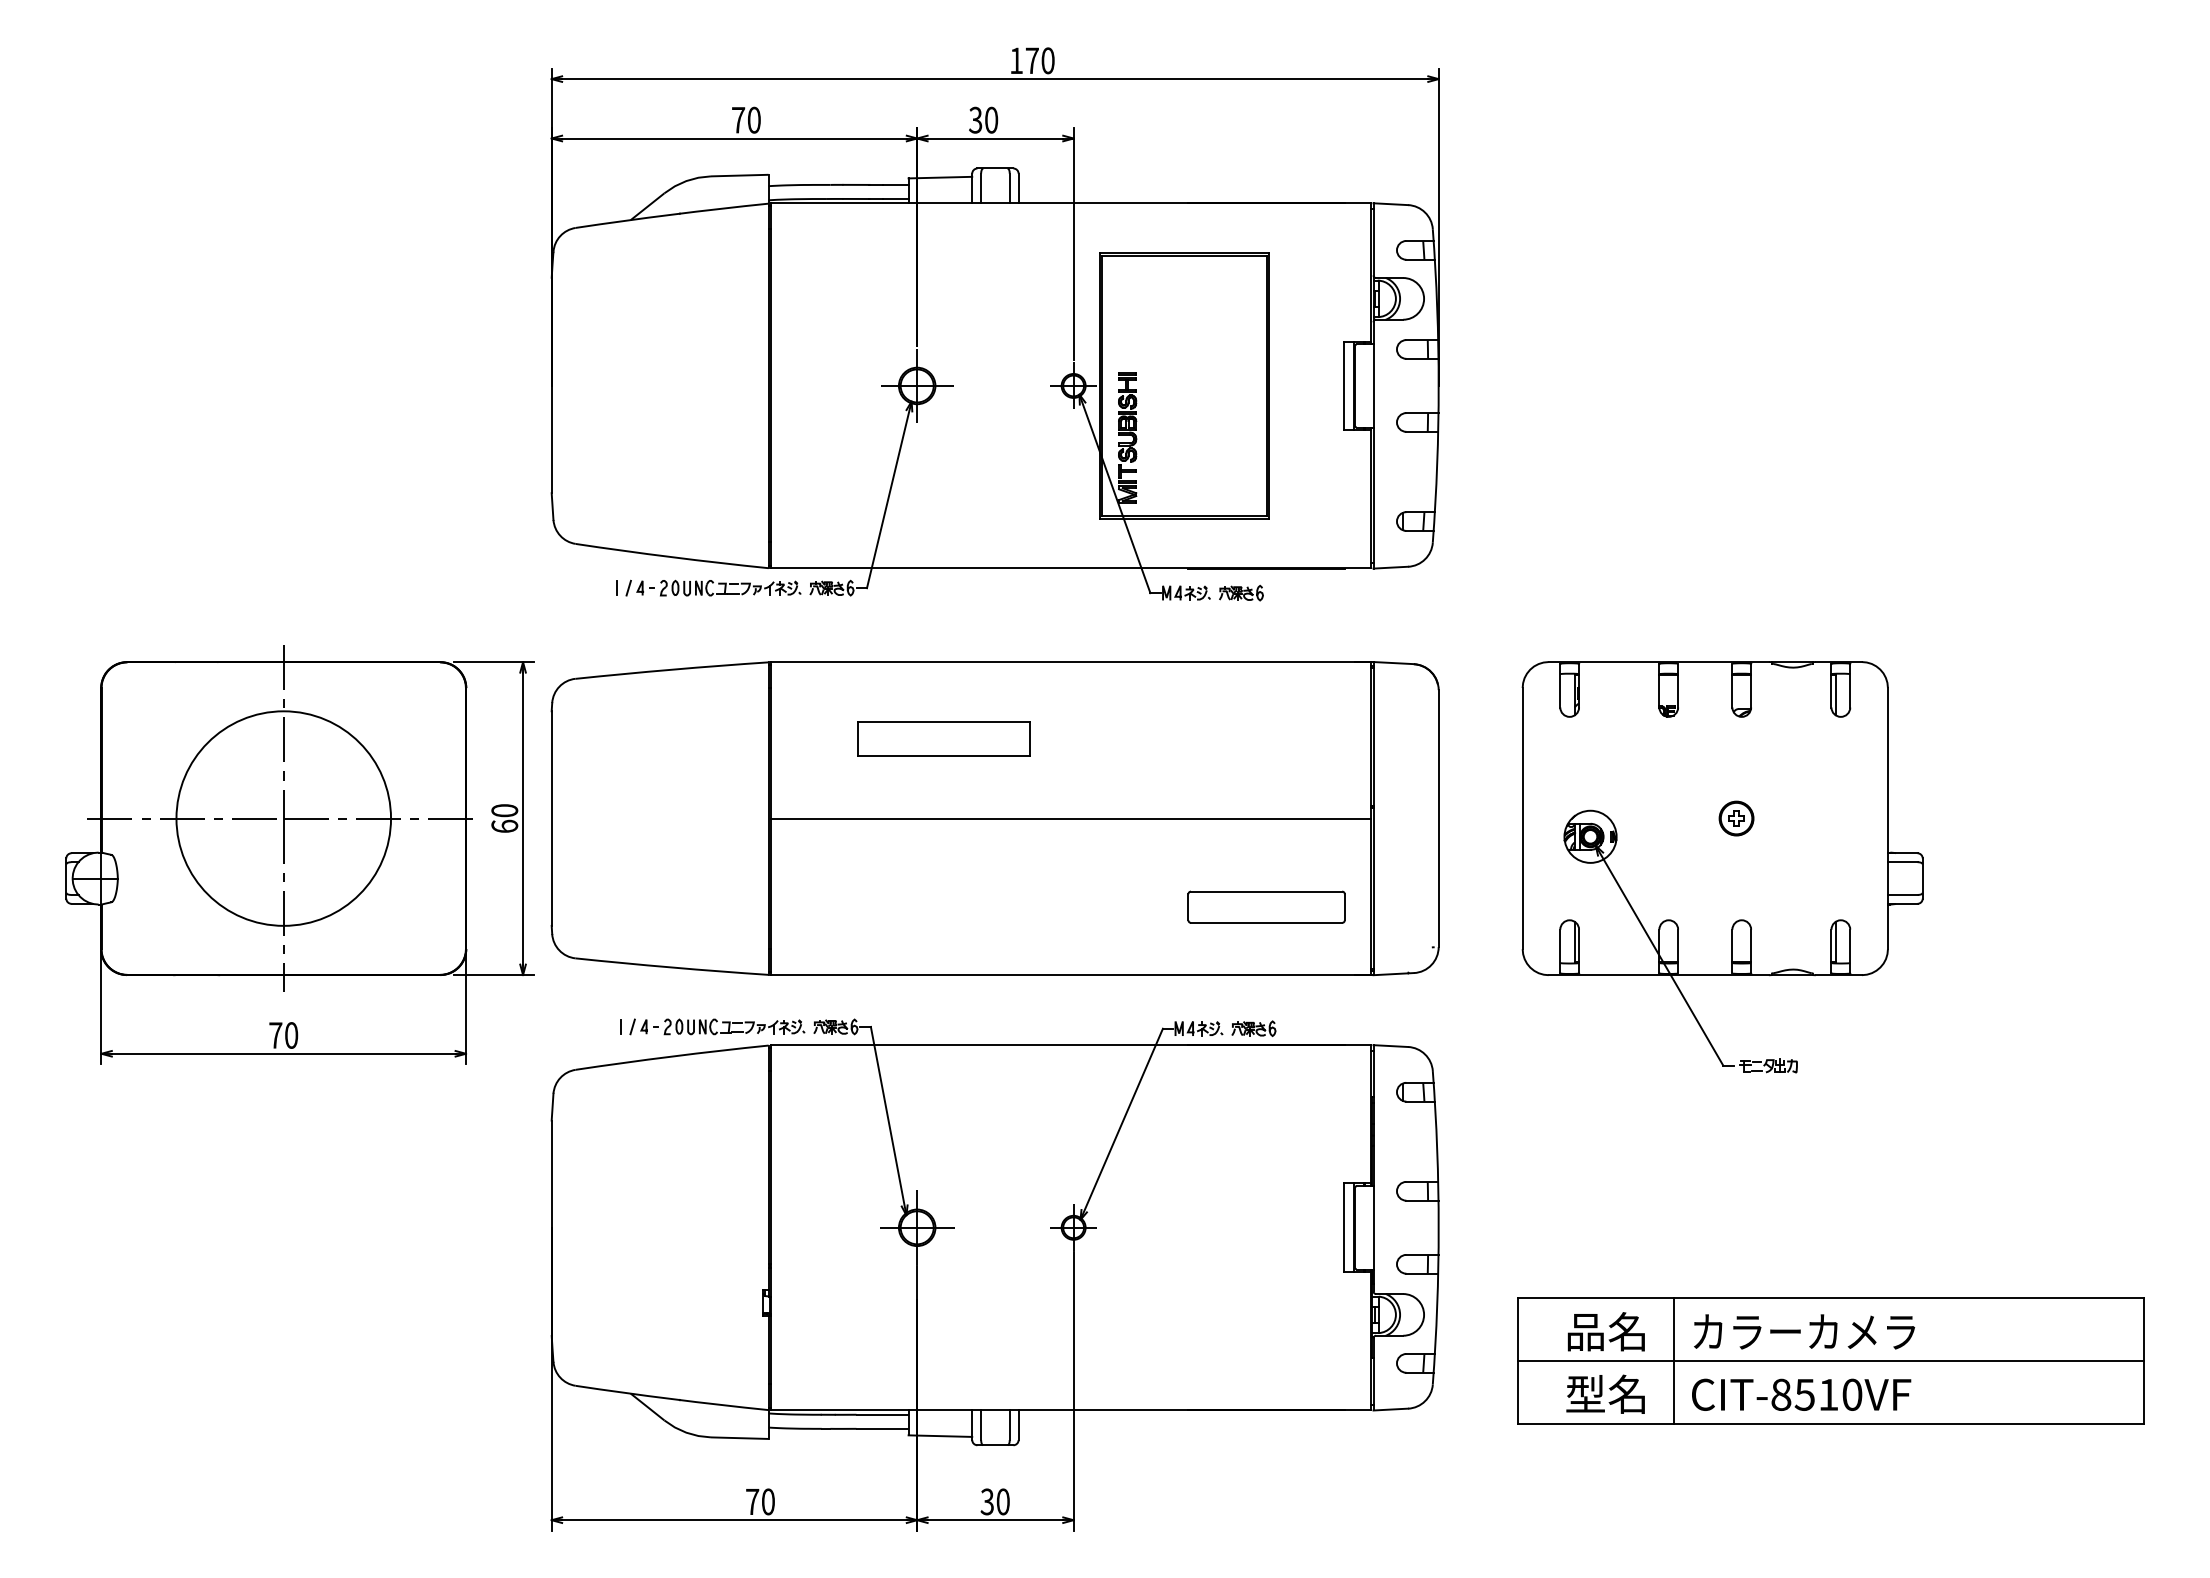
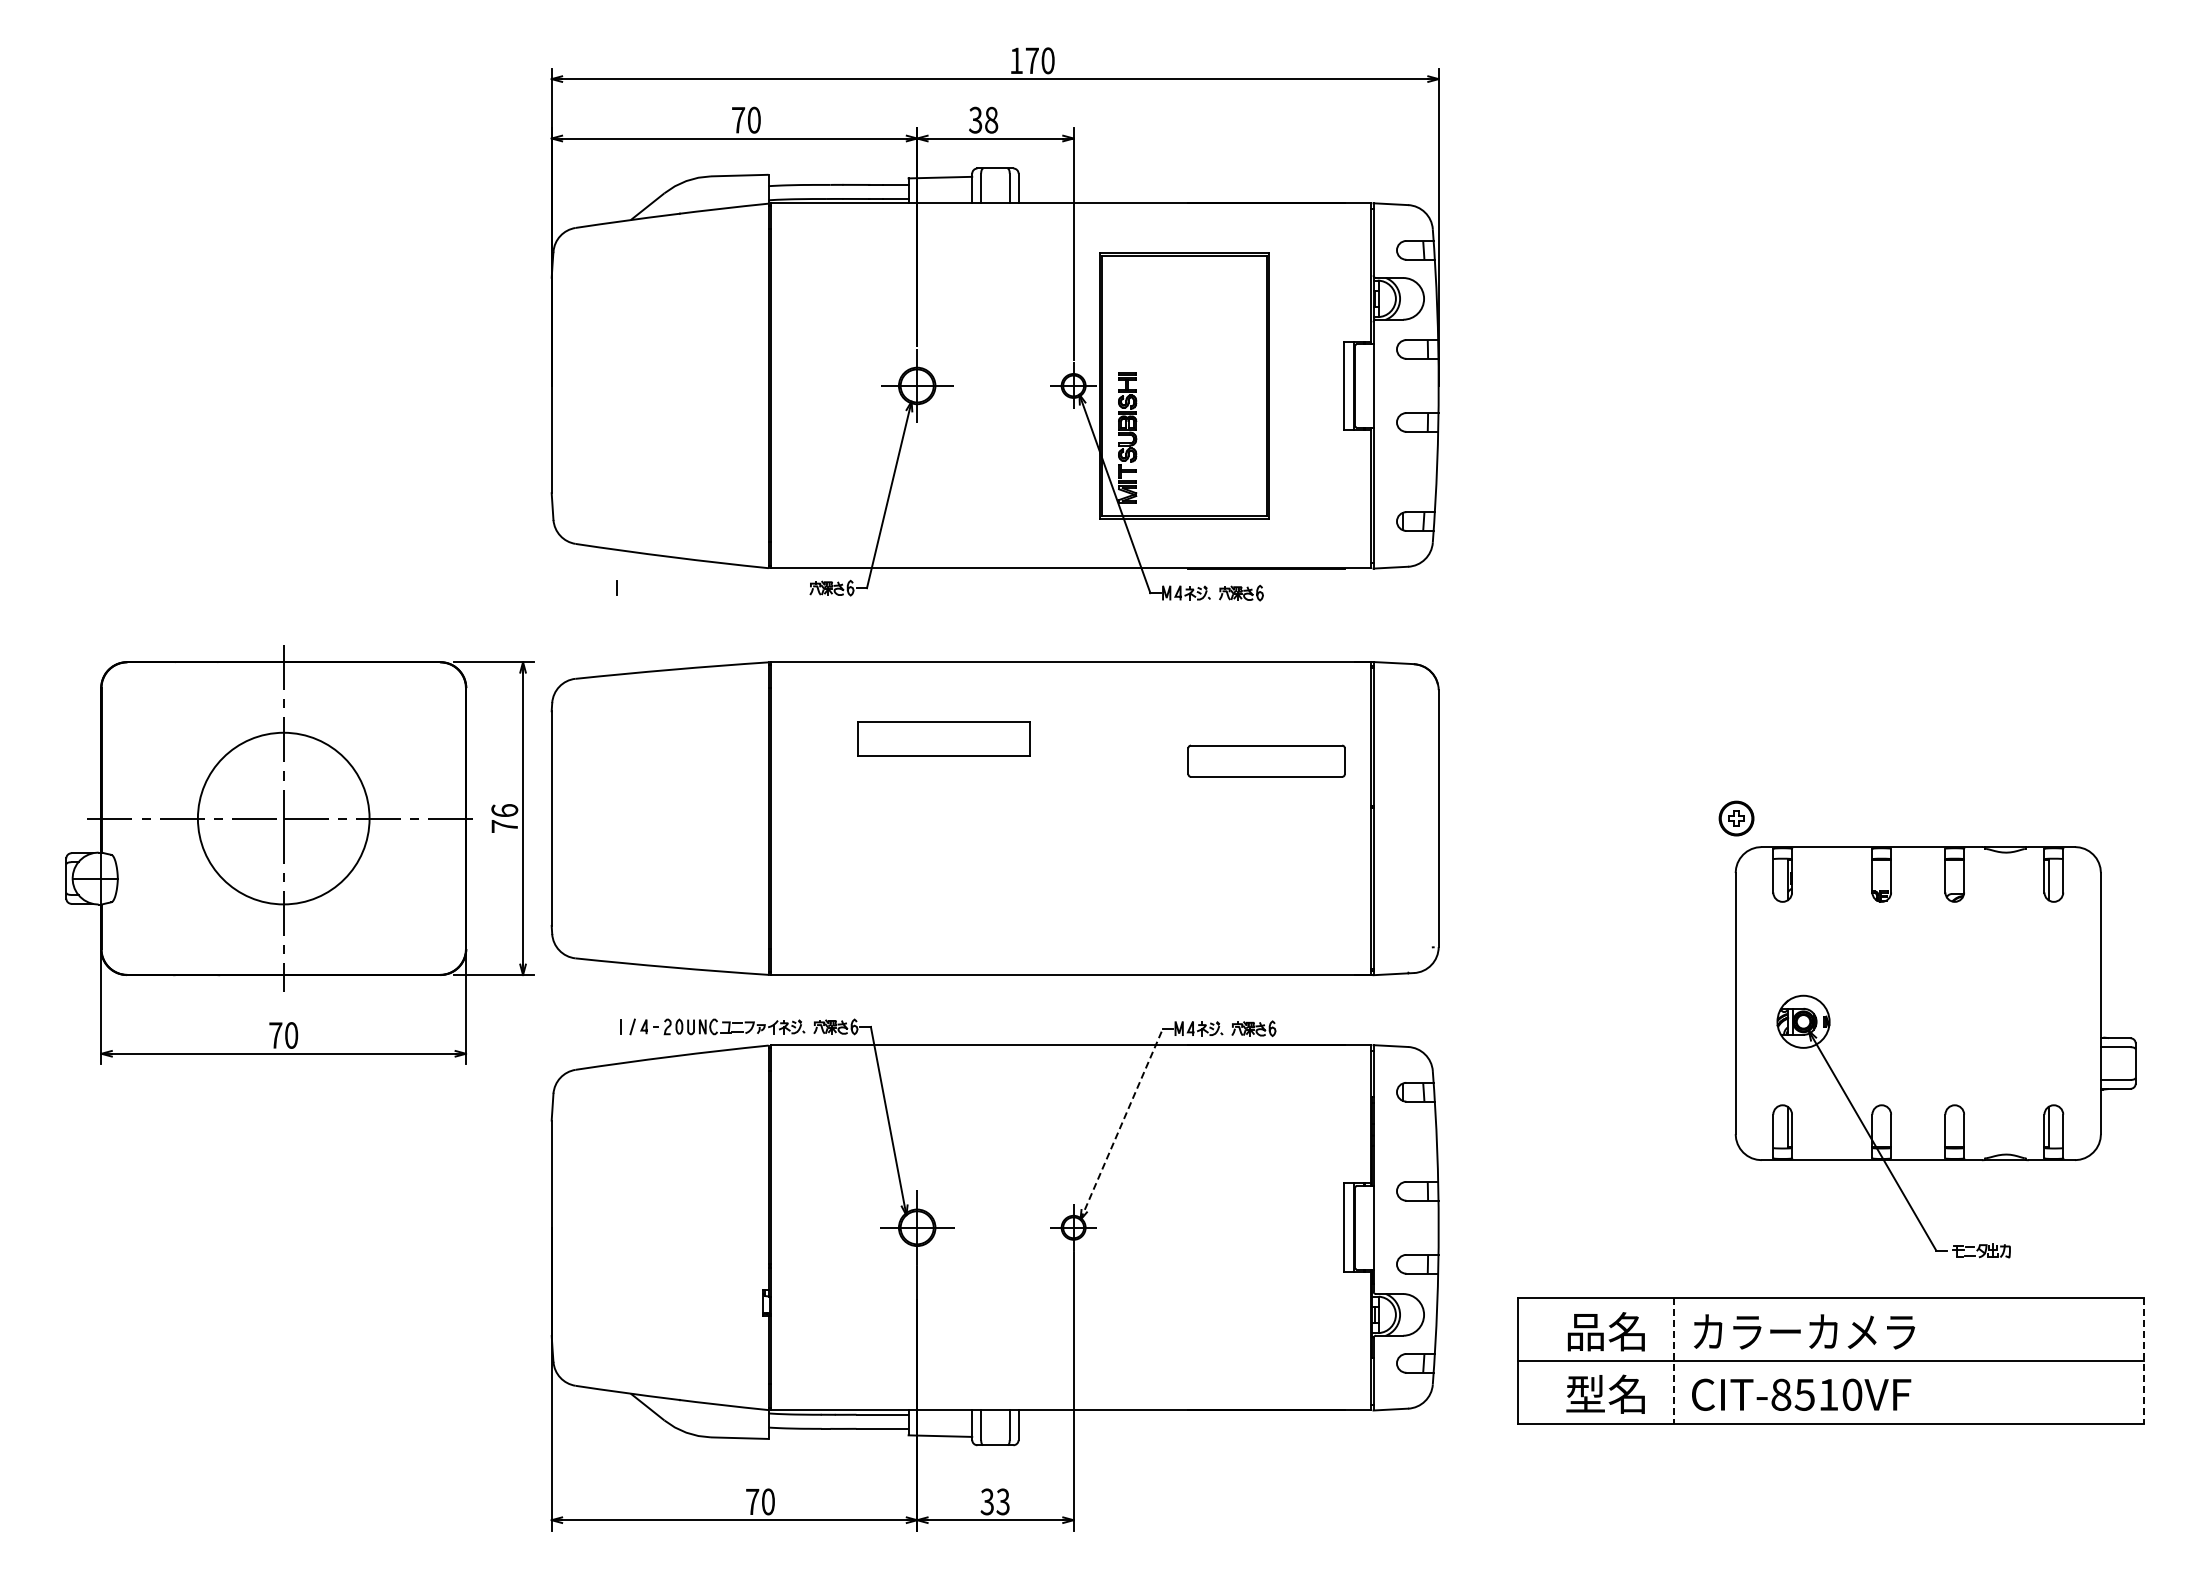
text at (991, 120): 30 -> 38
part at (713, 587): present -> none
circle at (283, 818) diameter: 215 px -> 172 px
text at (504, 818): 60 -> 76
line at (1070, 818): present -> none
part at (1722, 867) position: (1722, 867) -> (1935, 1052)
part at (1266, 906) position: (1266, 906) -> (1266, 760)
line at (1121, 1123): solid -> dashed
line at (1674, 1361): solid -> dashed
line at (2143, 1361): solid -> dashed
text at (1002, 1501): 30 -> 33
